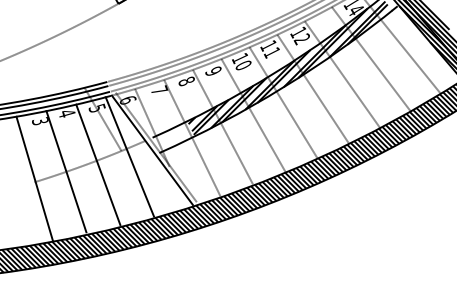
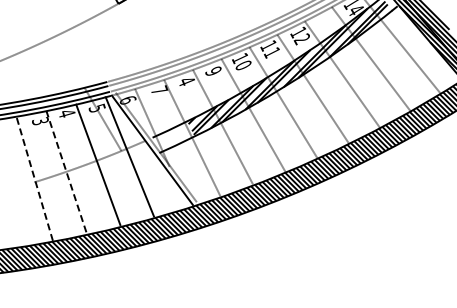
text at (186, 81): 8 -> 4
line at (66, 171): solid -> dashed
line at (34, 178): solid -> dashed
